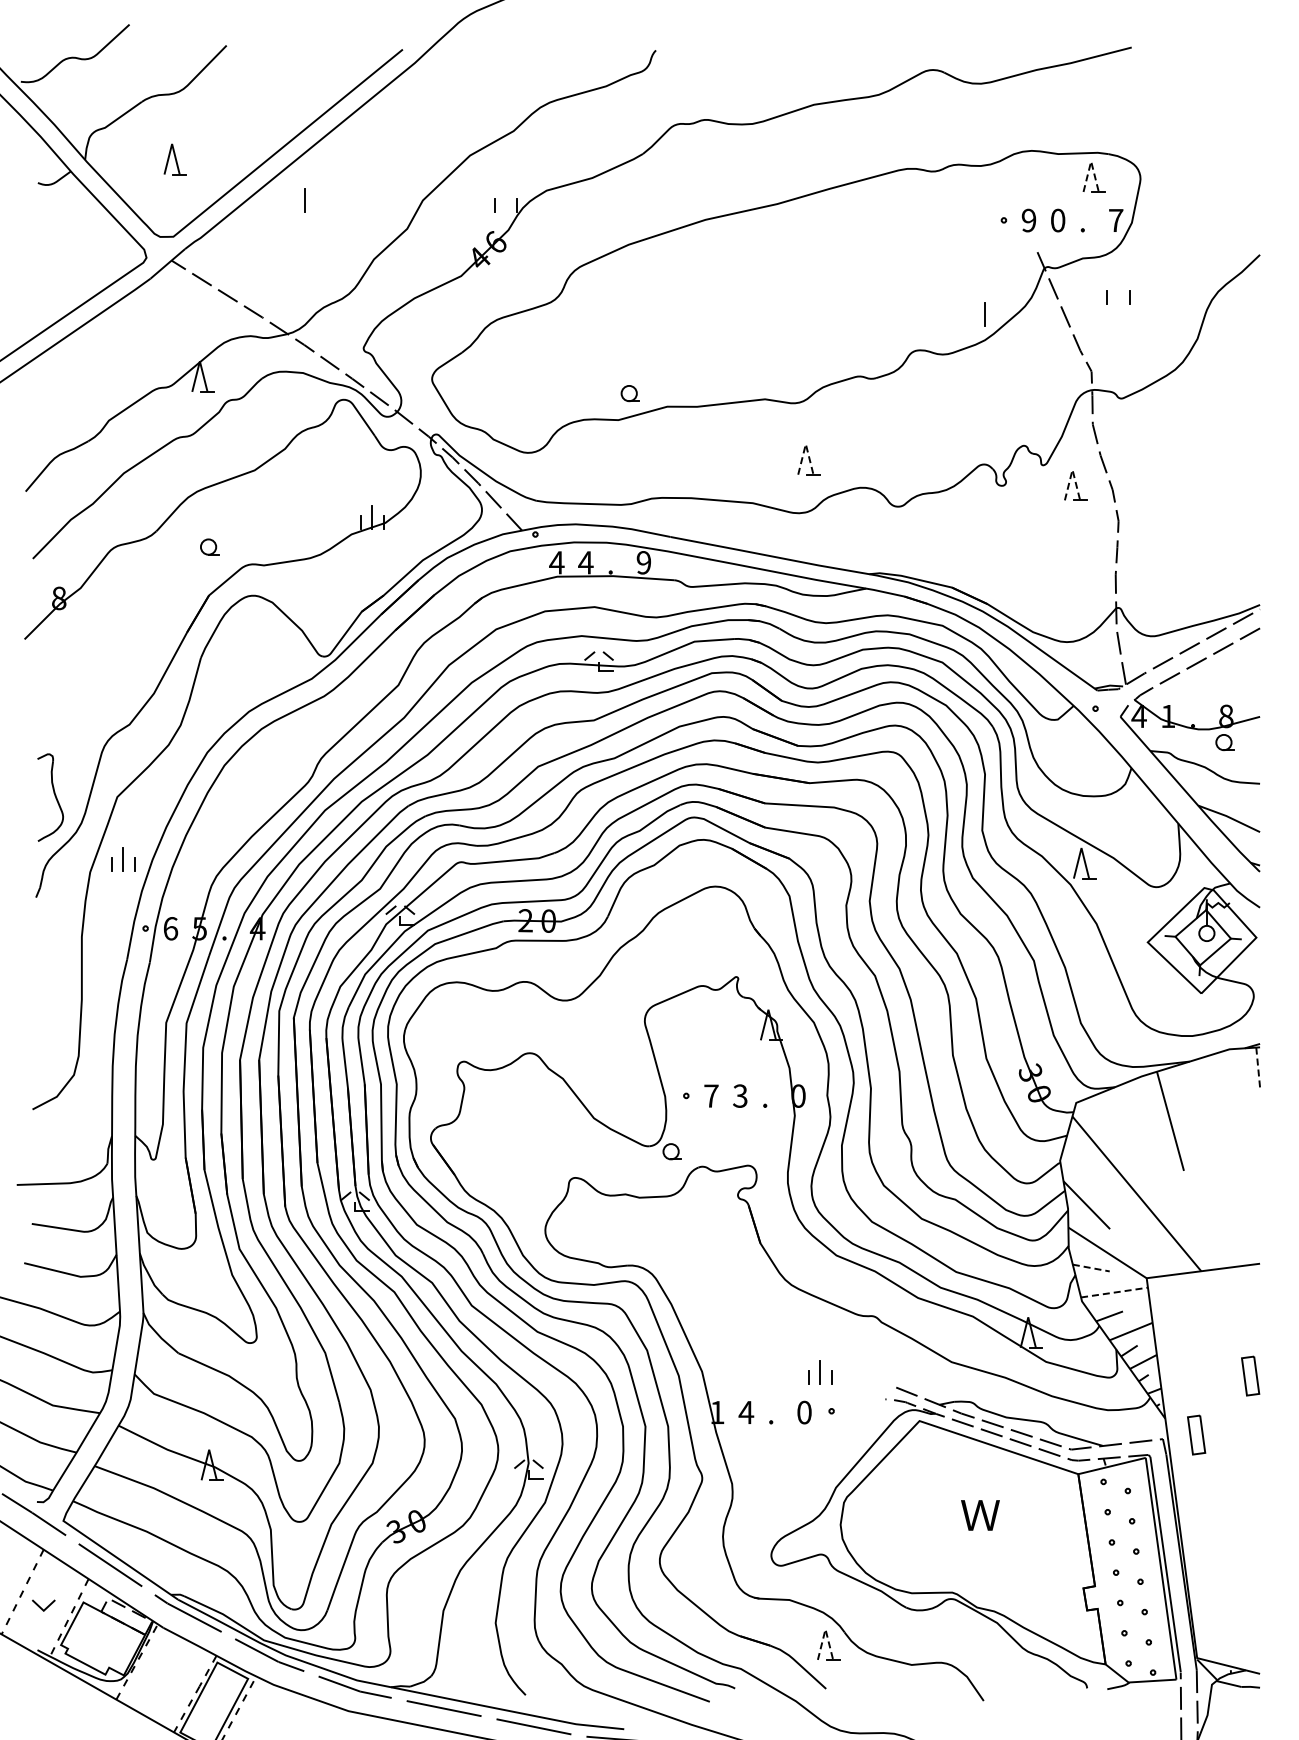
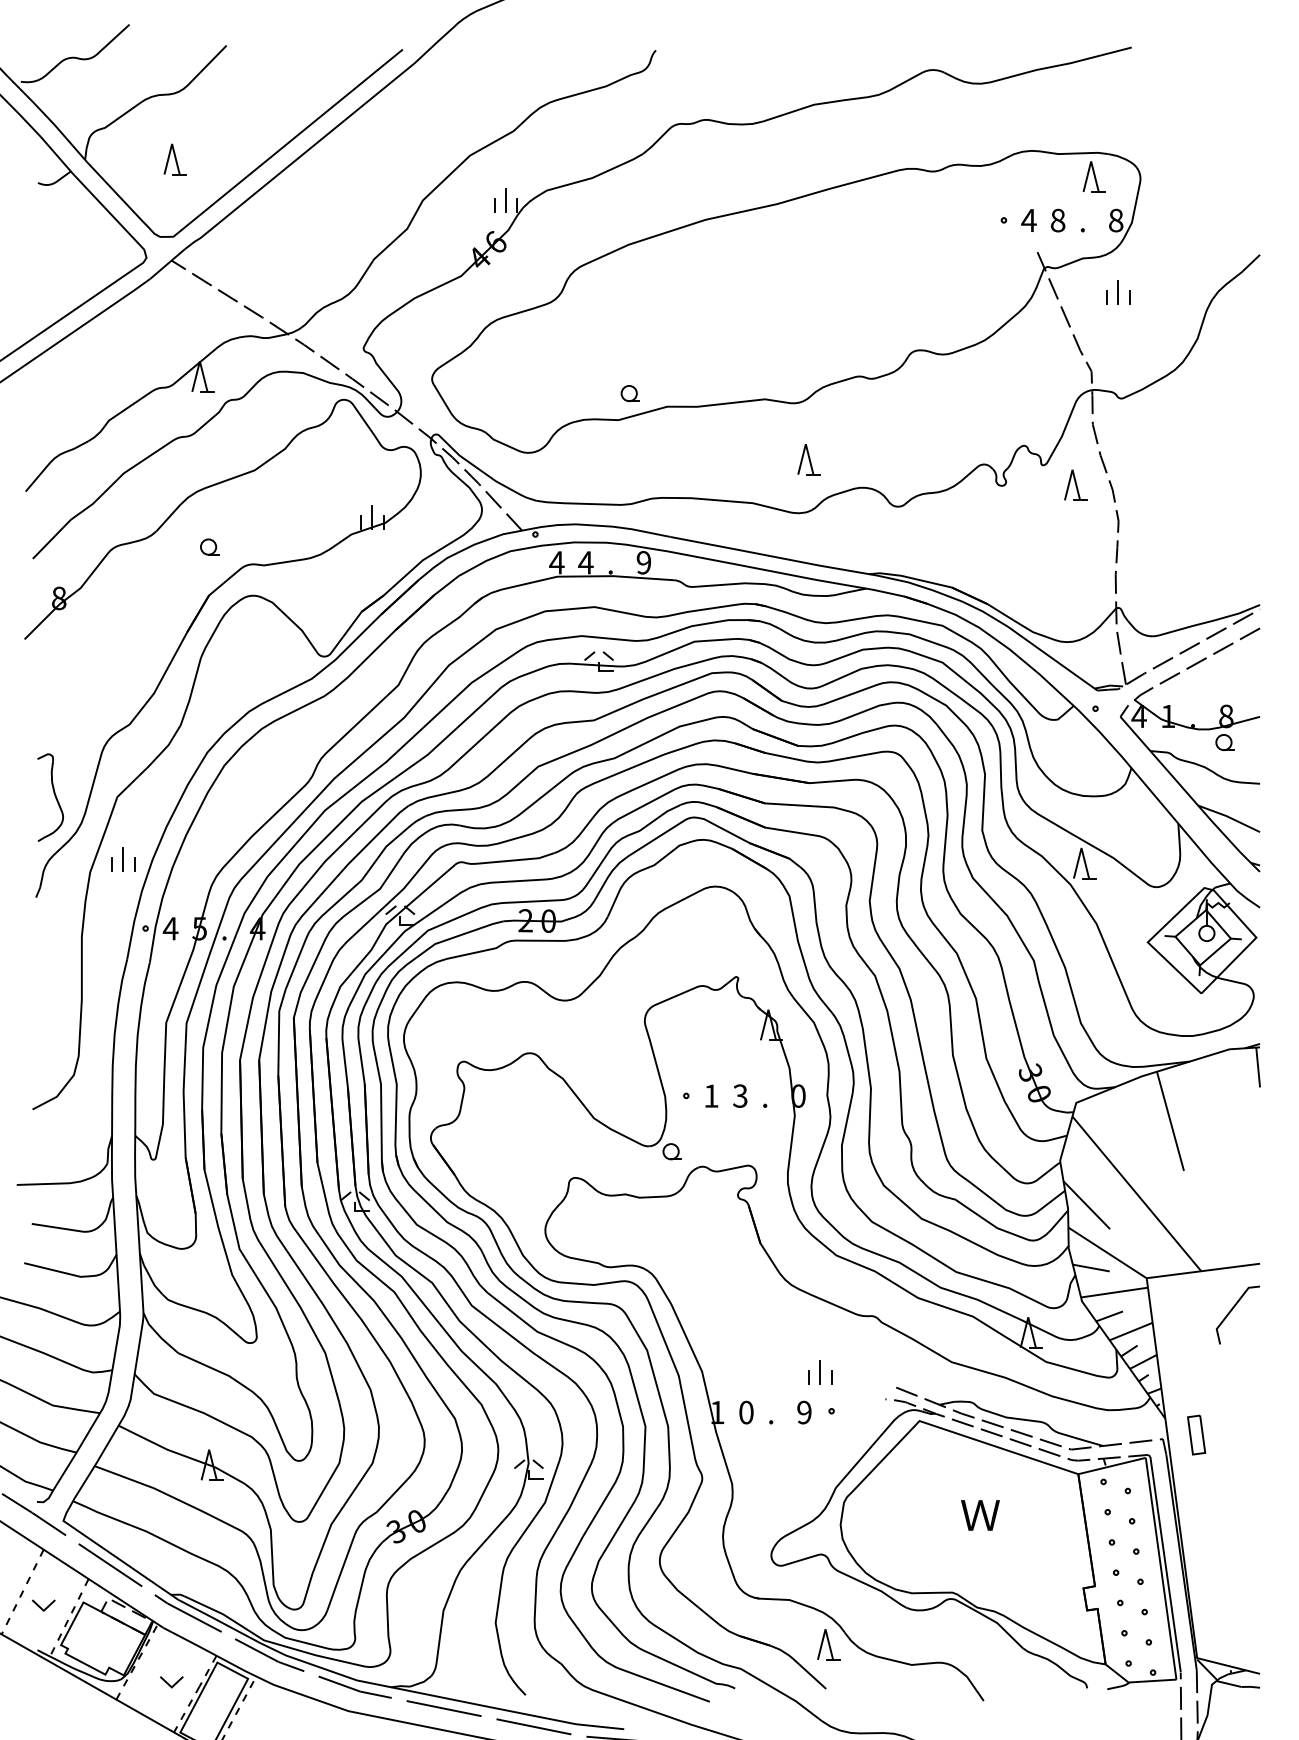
line at (1091, 161): dashed -> solid
line at (304, 200) position: (304, 200) -> (505, 200)
text at (1028, 220): 9 -> 4
text at (1058, 220): 0 -> 8
text at (1116, 220): 7 -> 8
line at (984, 314) position: (984, 314) -> (1117, 292)
line at (805, 444): dashed -> solid
line at (1072, 469): dashed -> solid
text at (170, 928): 6 -> 4
line at (1258, 1068): dashed -> solid
text at (711, 1095): 7 -> 1
line at (1091, 1268): dashed -> solid
line at (1114, 1292): dashed -> solid
line at (1233, 1309): none -> present
part at (1250, 1375): present -> none
text at (746, 1412): 4 -> 0
text at (804, 1412): 0 -> 9
line at (825, 1629): dashed -> solid
line at (169, 1683): none -> present
